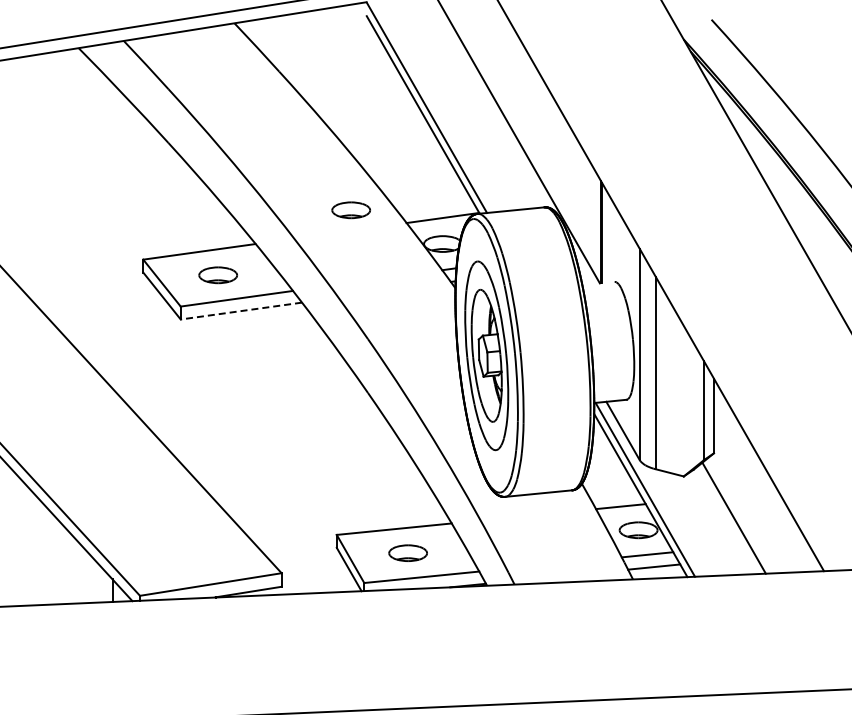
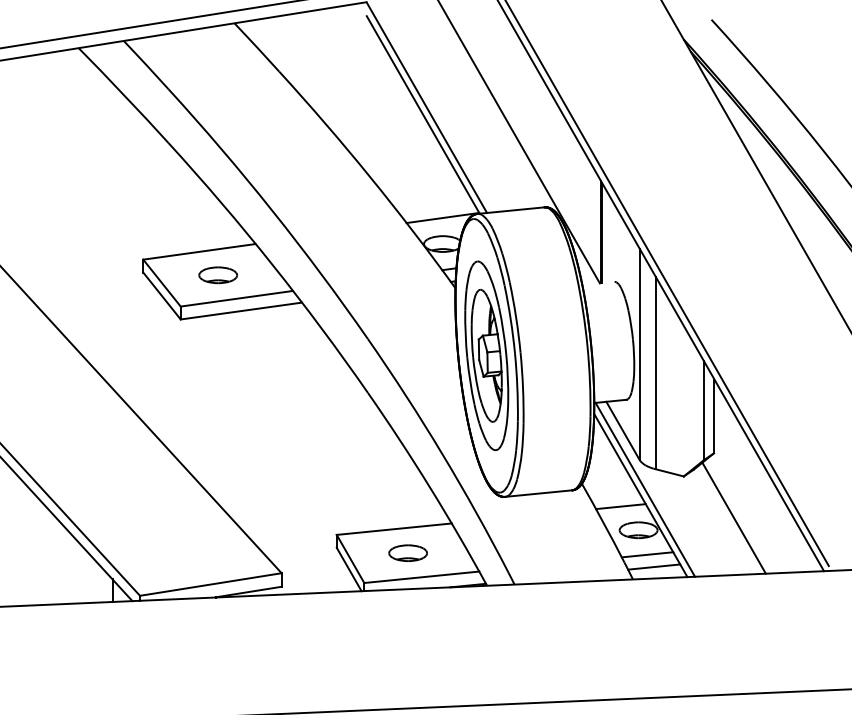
part at (350, 210): present -> none
line at (667, 284): none -> present
line at (240, 311): dashed -> solid
